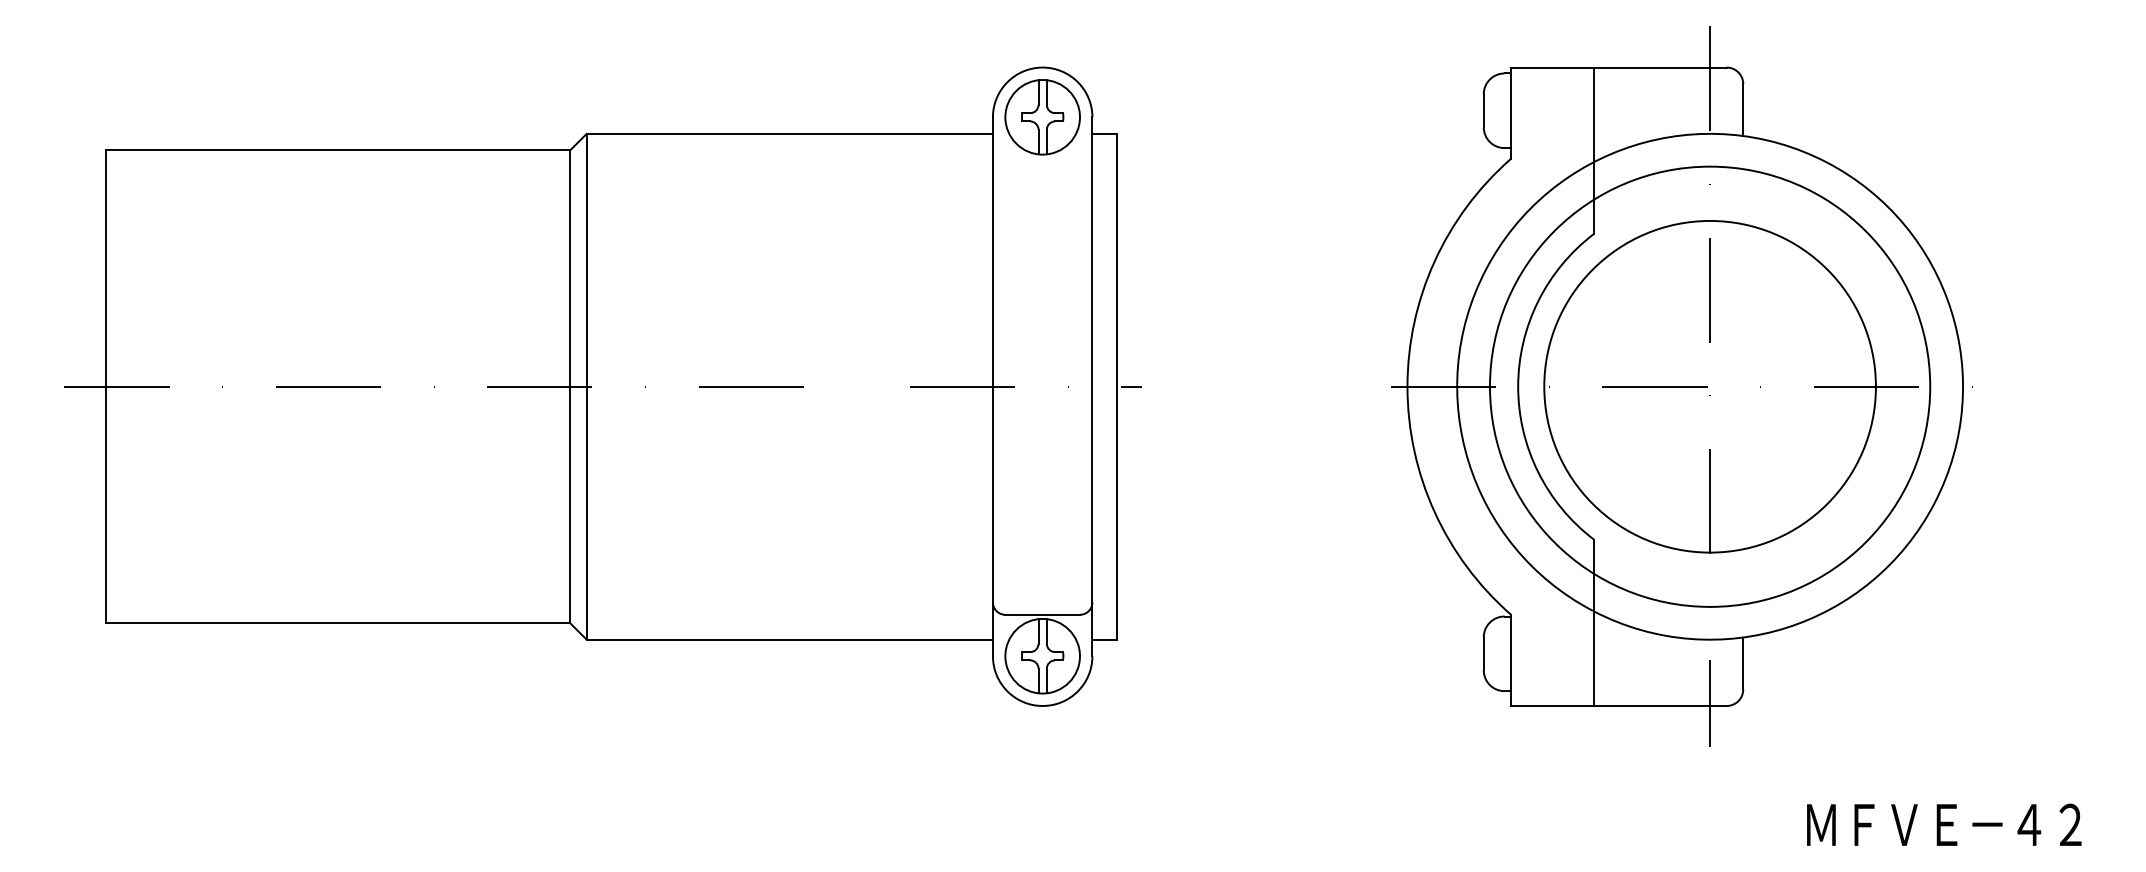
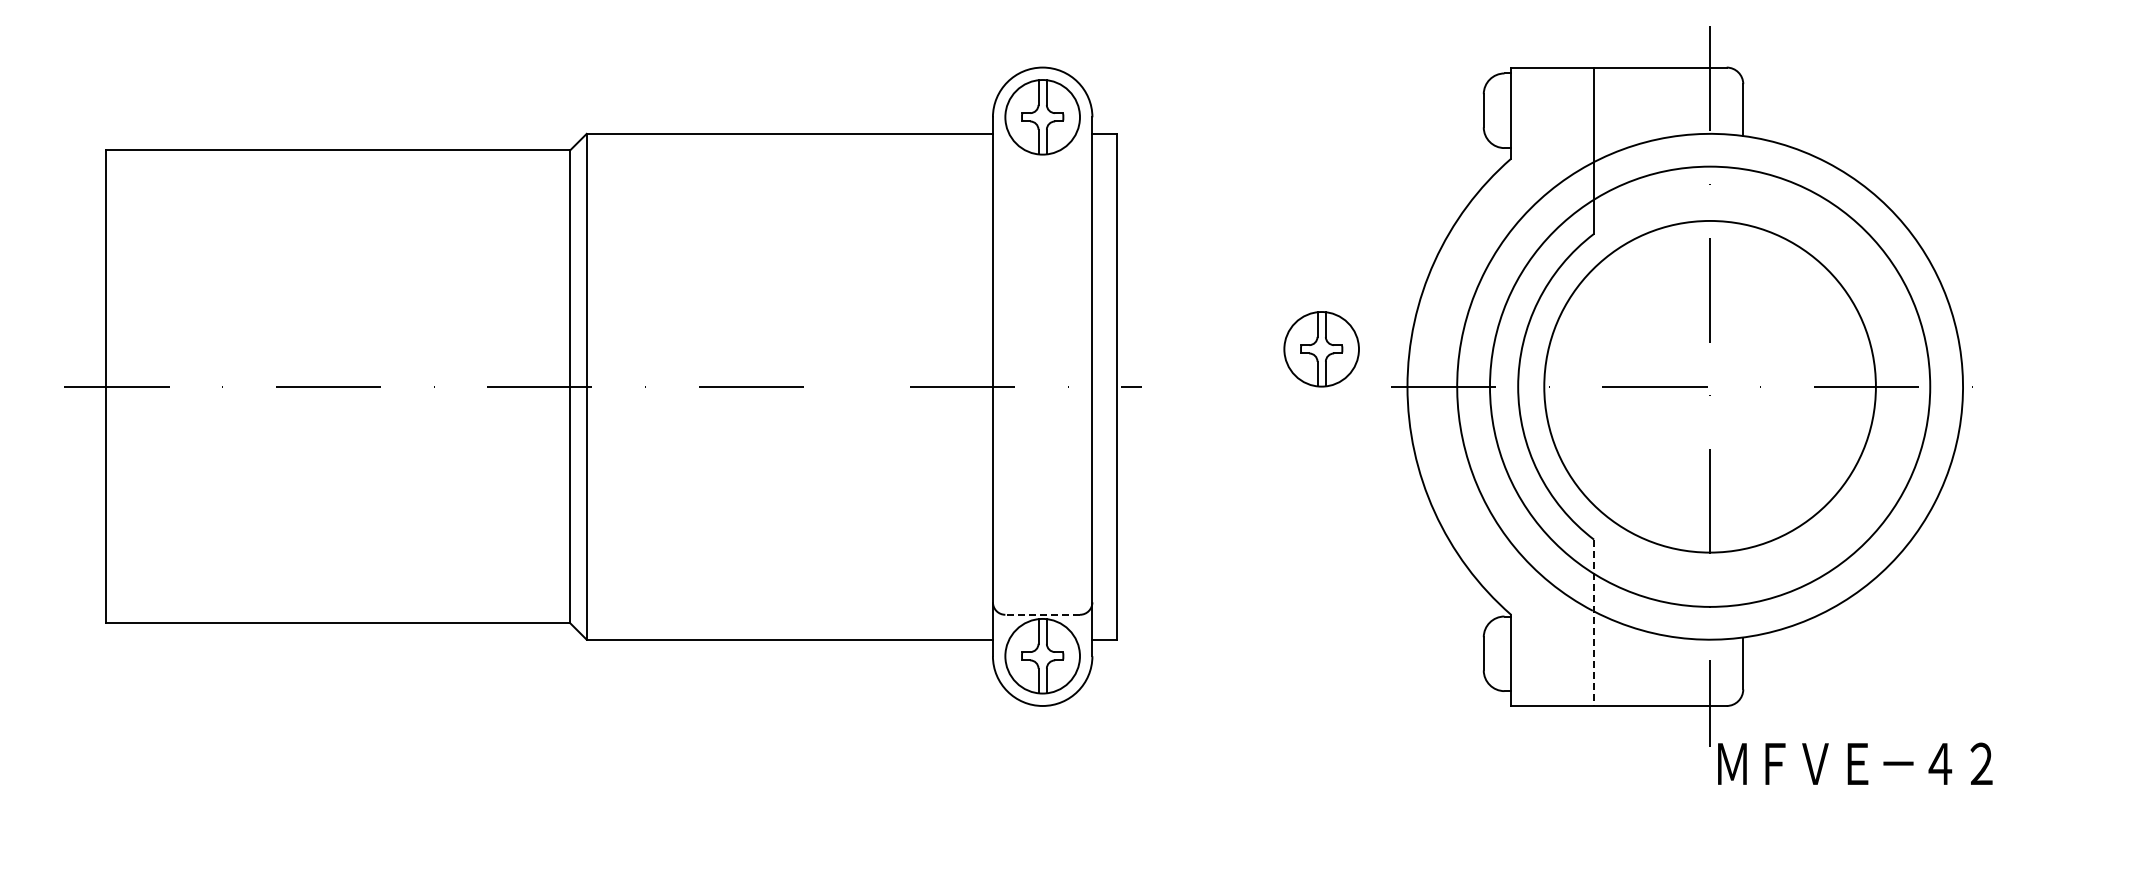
part at (1321, 349): none -> present
line at (1042, 614): solid -> dashed
line at (1594, 623): solid -> dashed
text at (1944, 824) position: (1944, 824) -> (1855, 763)
